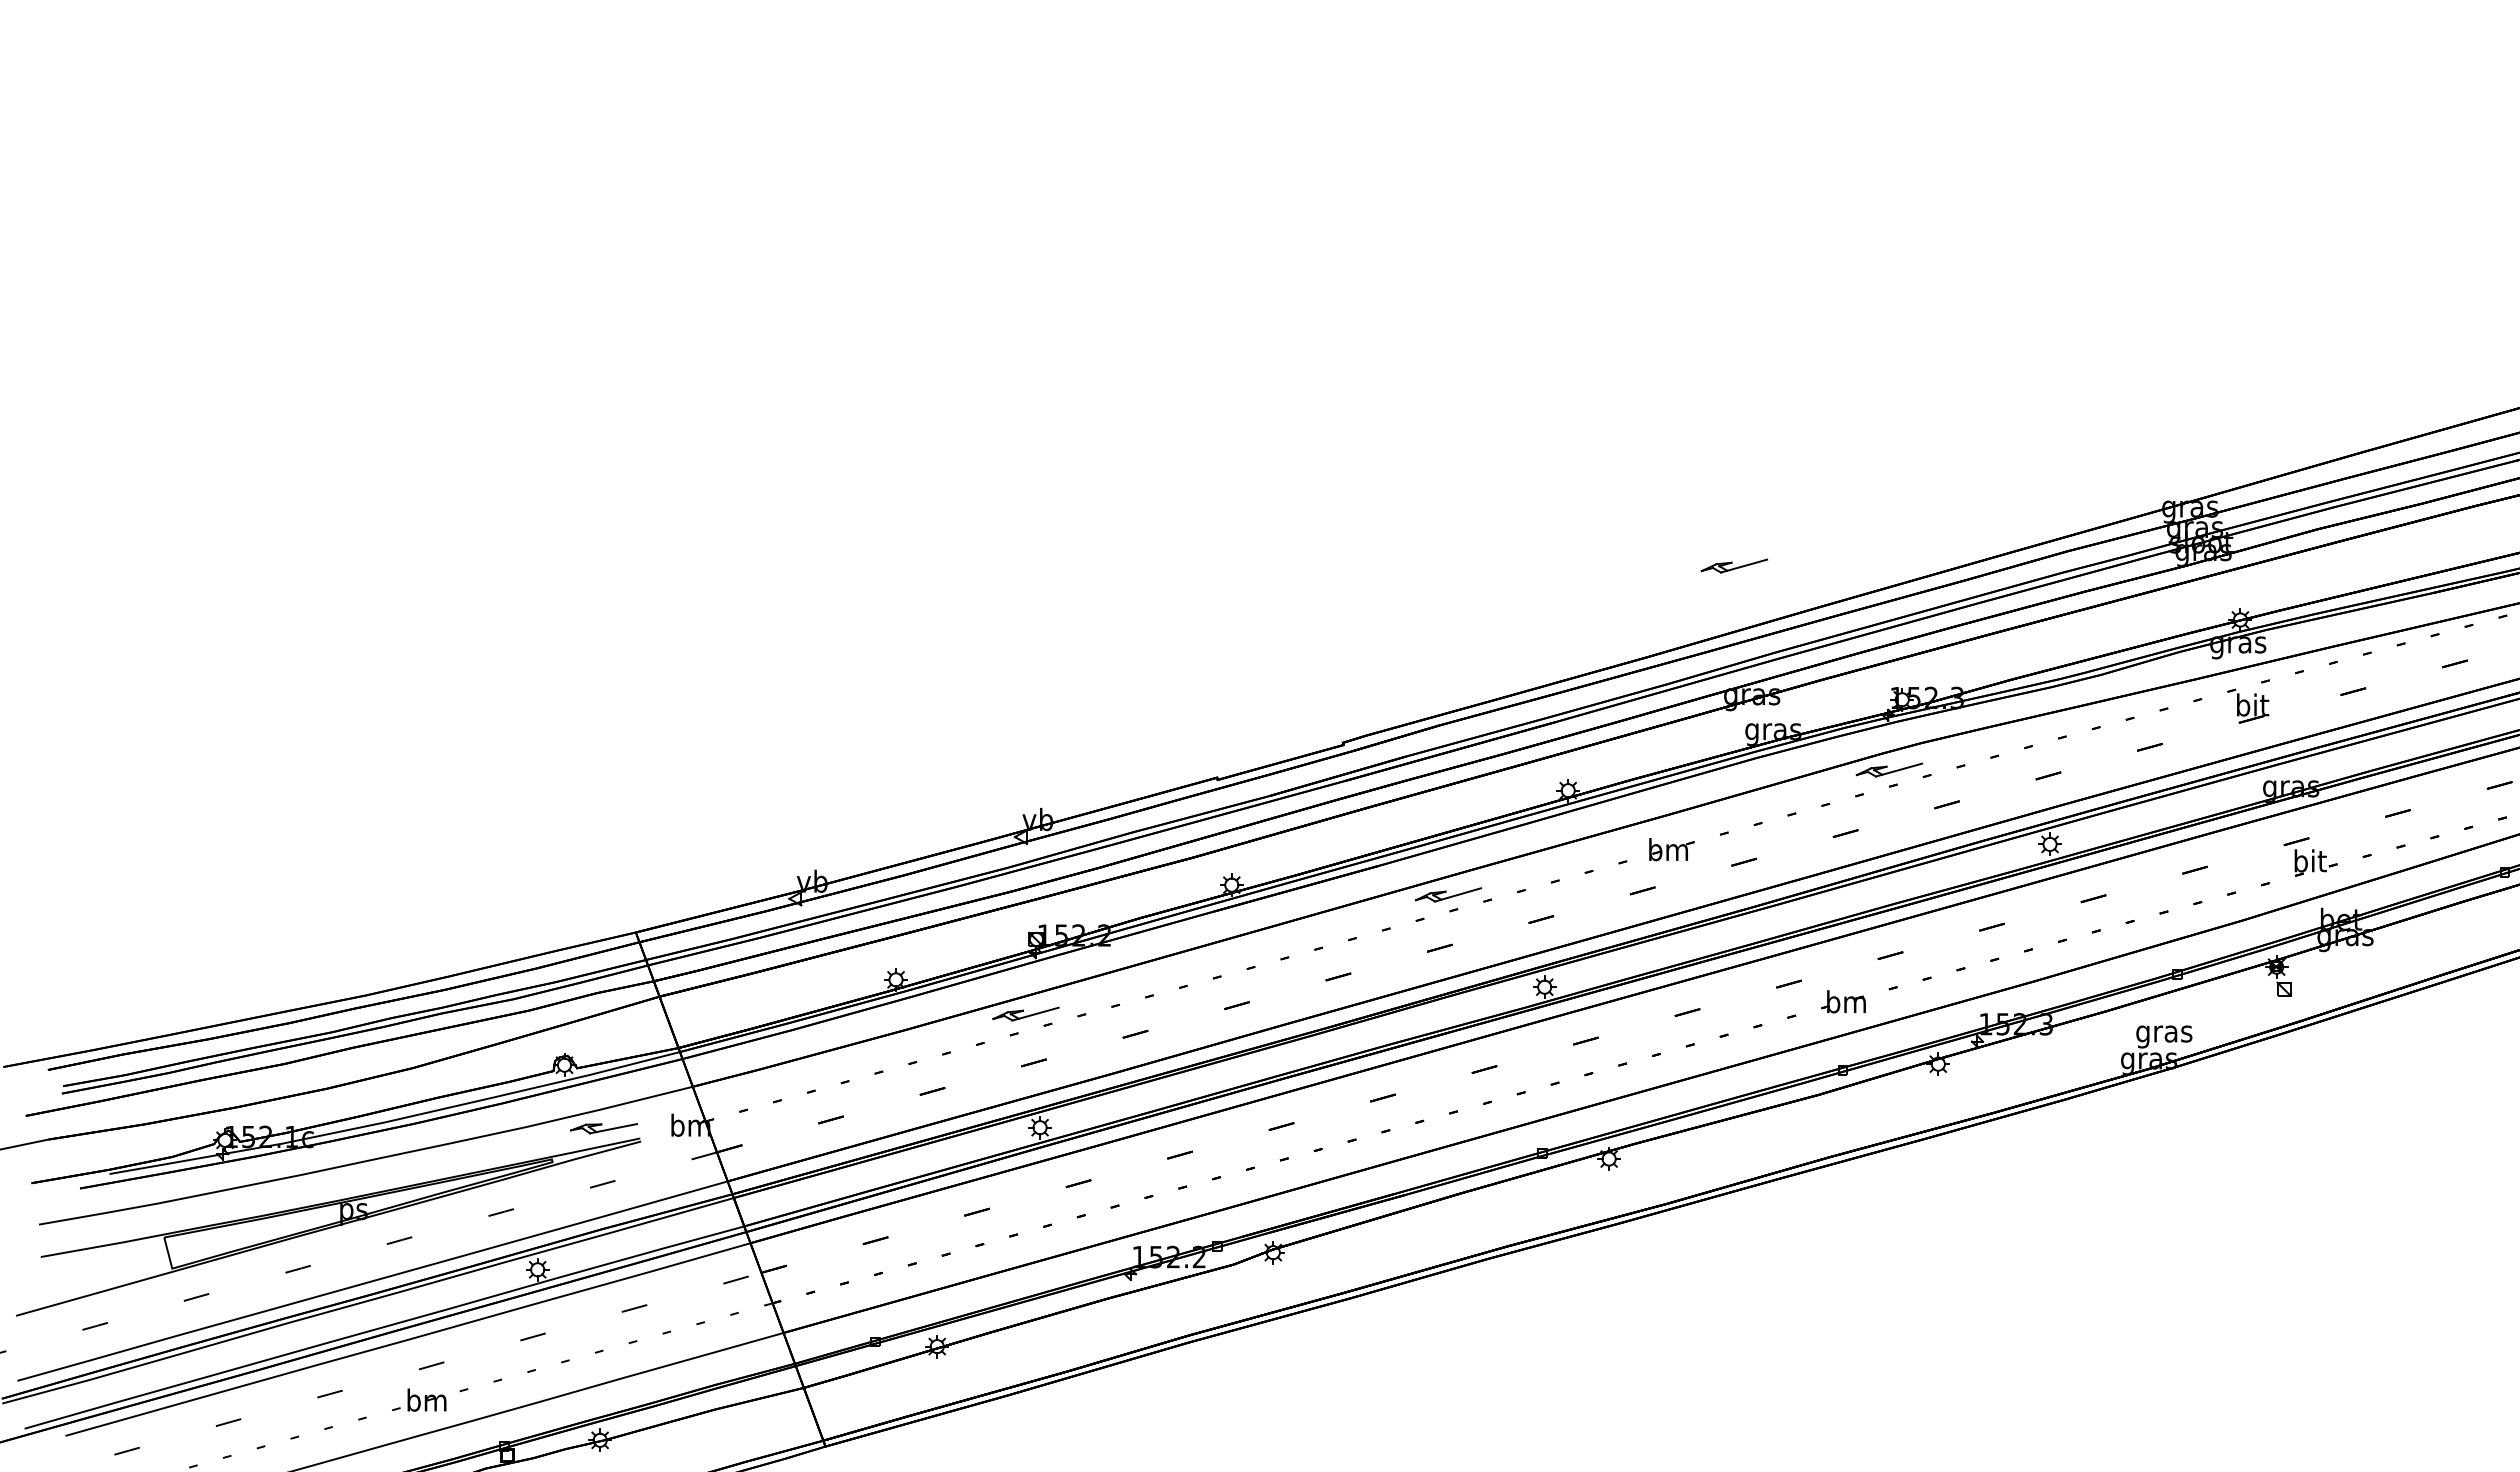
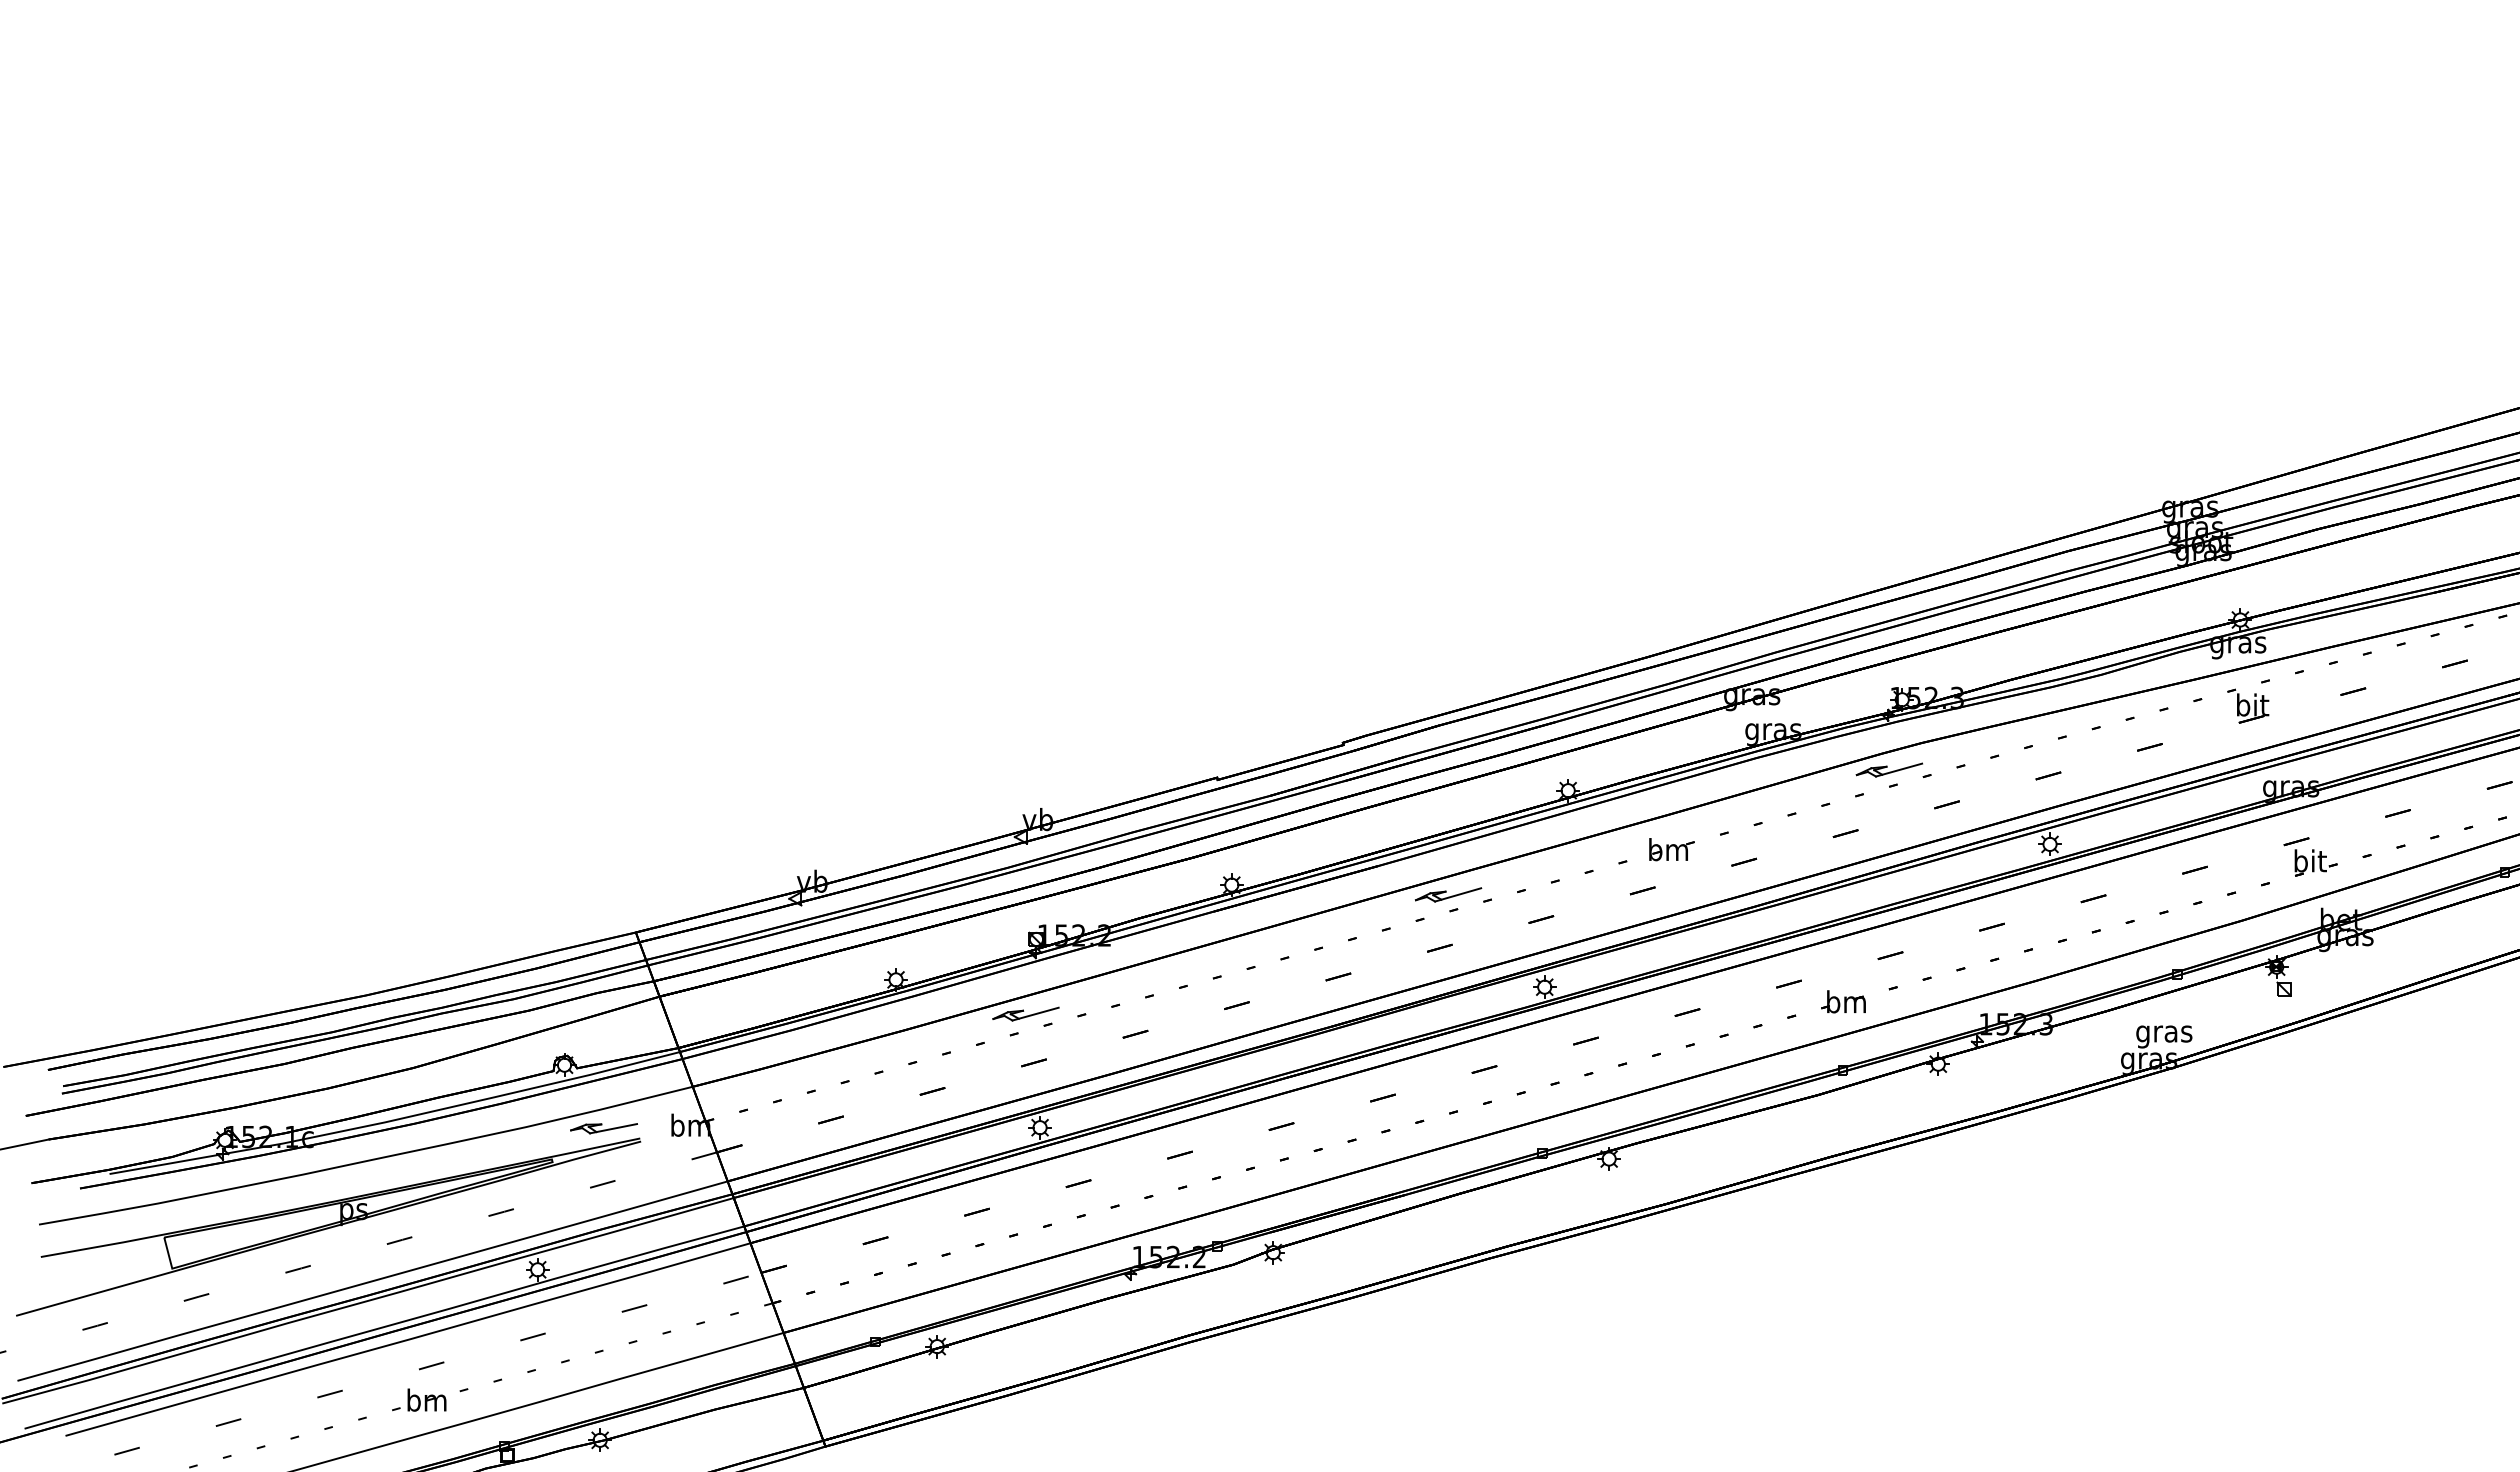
part at (1733, 565): present -> none
